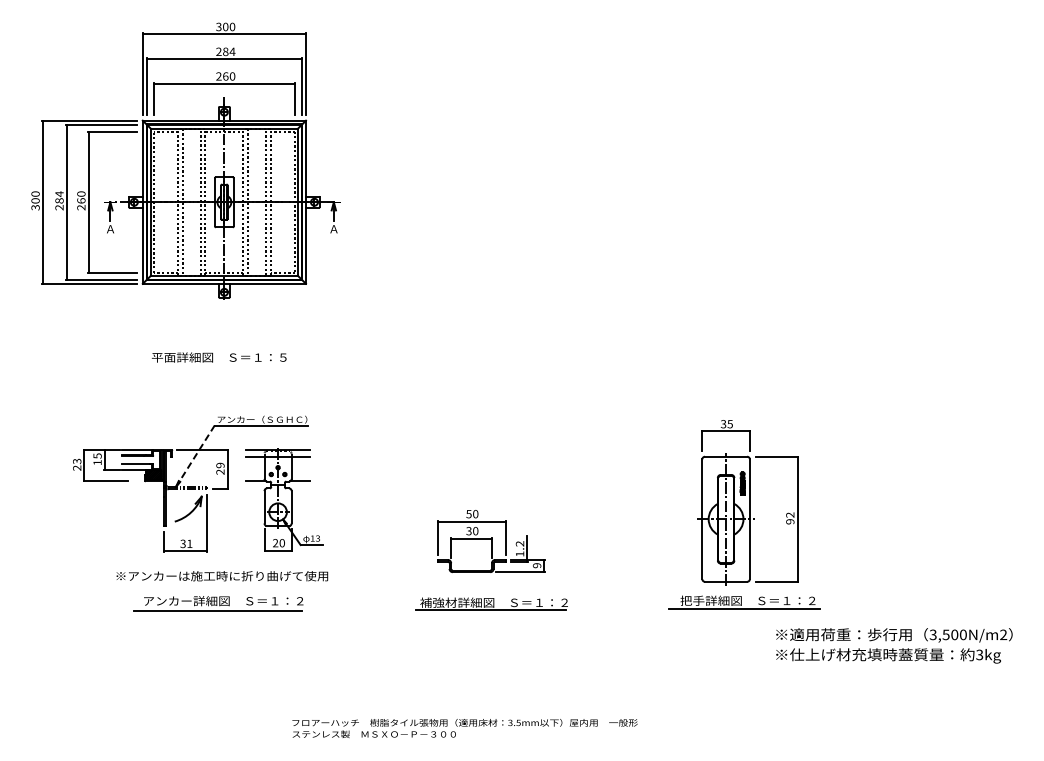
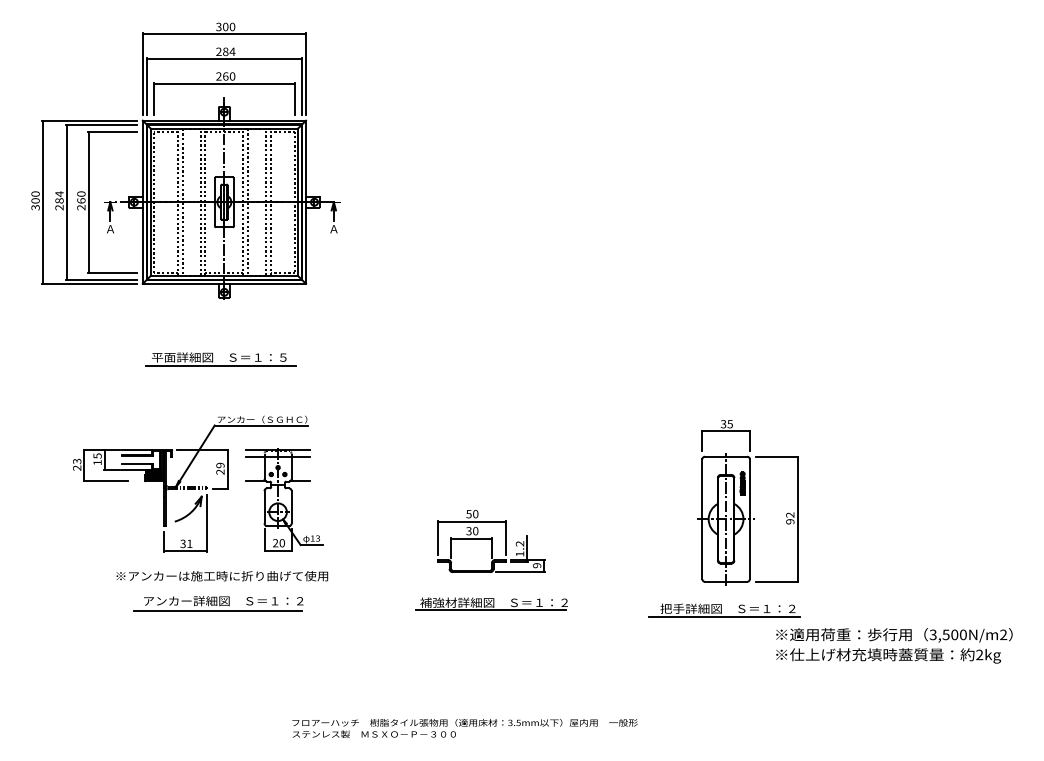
line at (220, 365): none -> present
line at (195, 455): dashed -> solid
part at (744, 602) position: (744, 602) -> (724, 610)
text at (979, 655): 3kg -> 2kg
